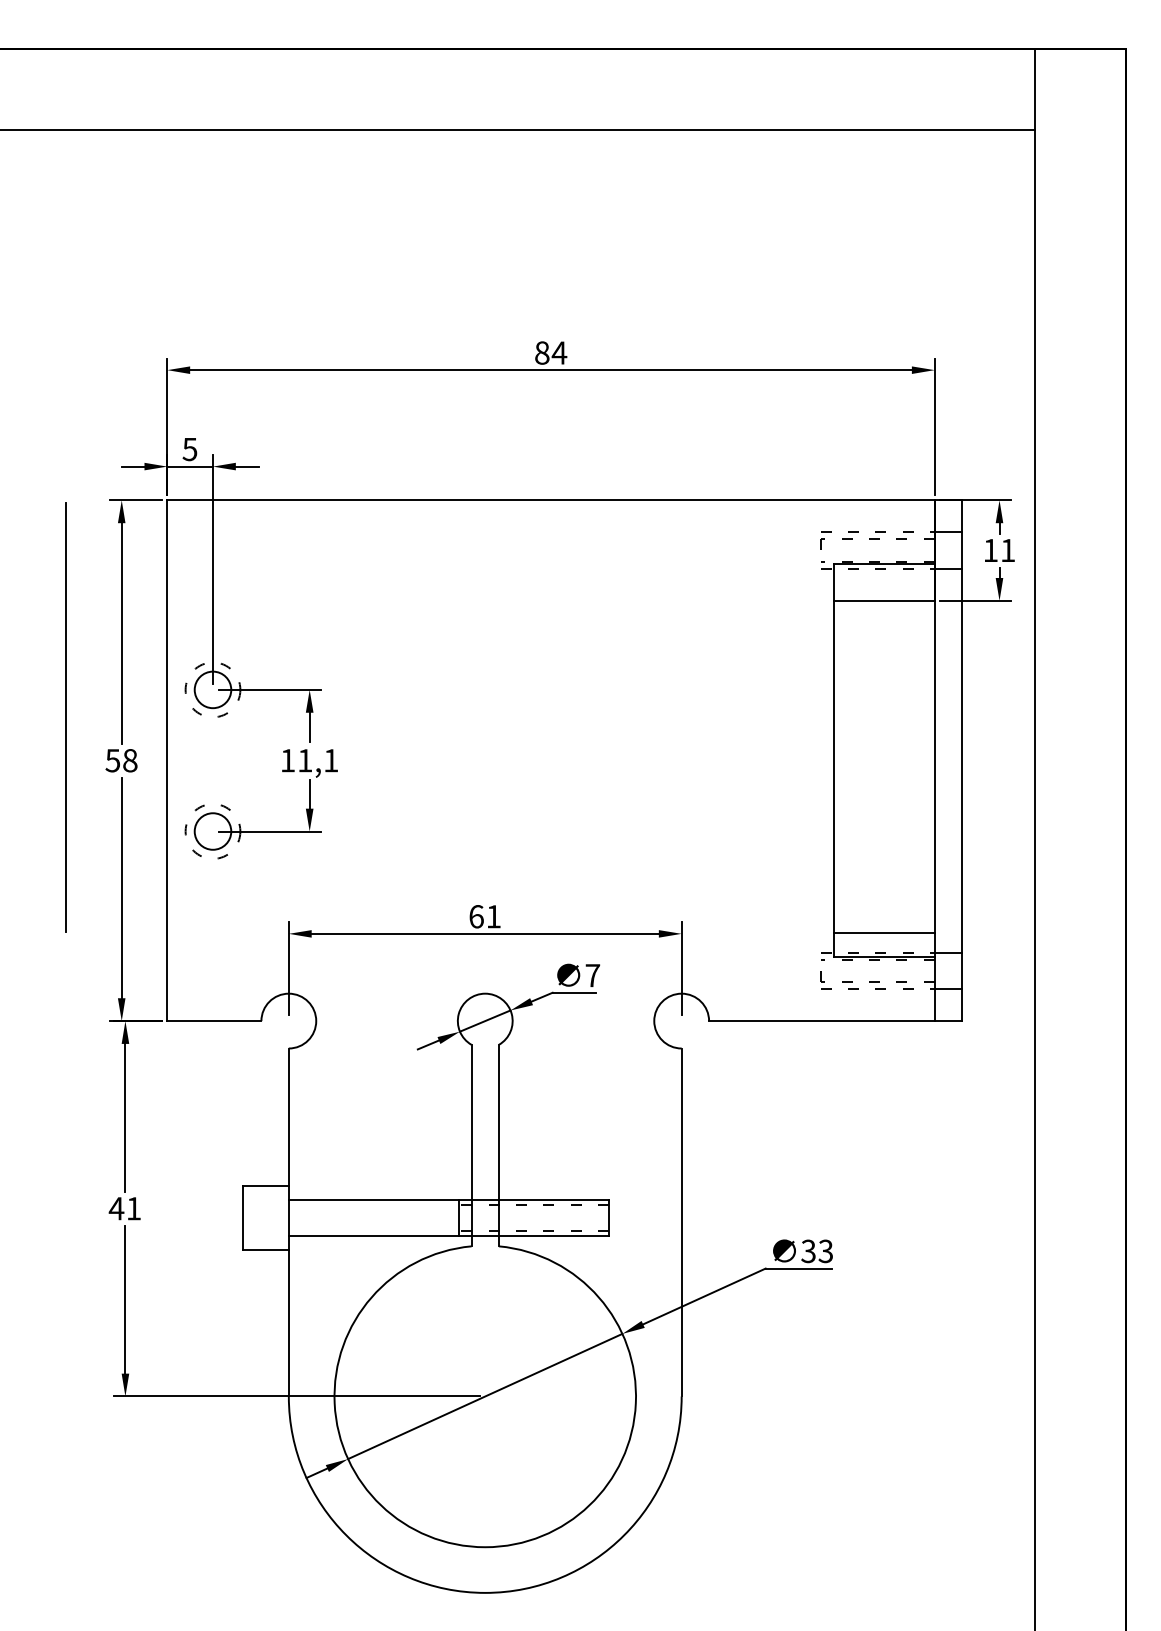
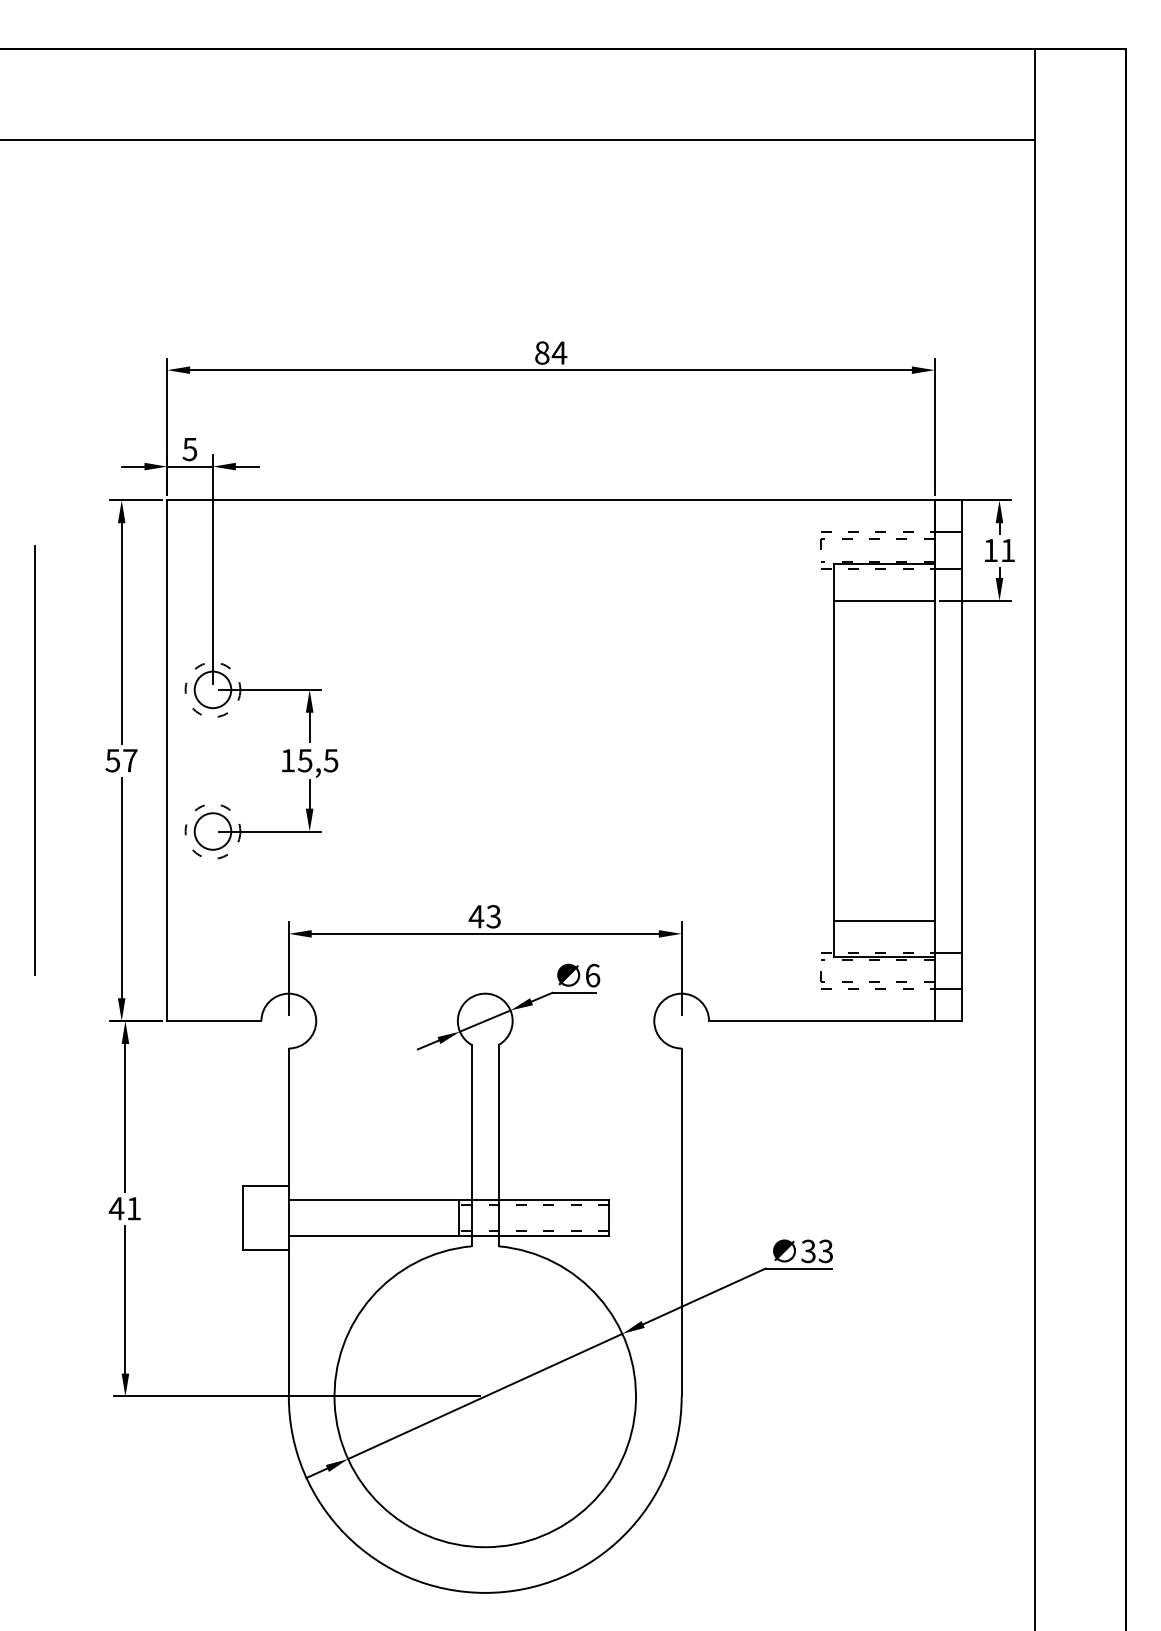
line at (518, 130) position: (518, 130) -> (518, 140)
line at (65, 717) position: (65, 717) -> (34, 760)
text at (130, 760): 58 -> 57
text at (317, 760): 11,1 -> 15,5
text at (484, 916): 61 -> 43
line at (884, 932) position: (884, 932) -> (884, 920)
text at (592, 975): 7 -> 6
